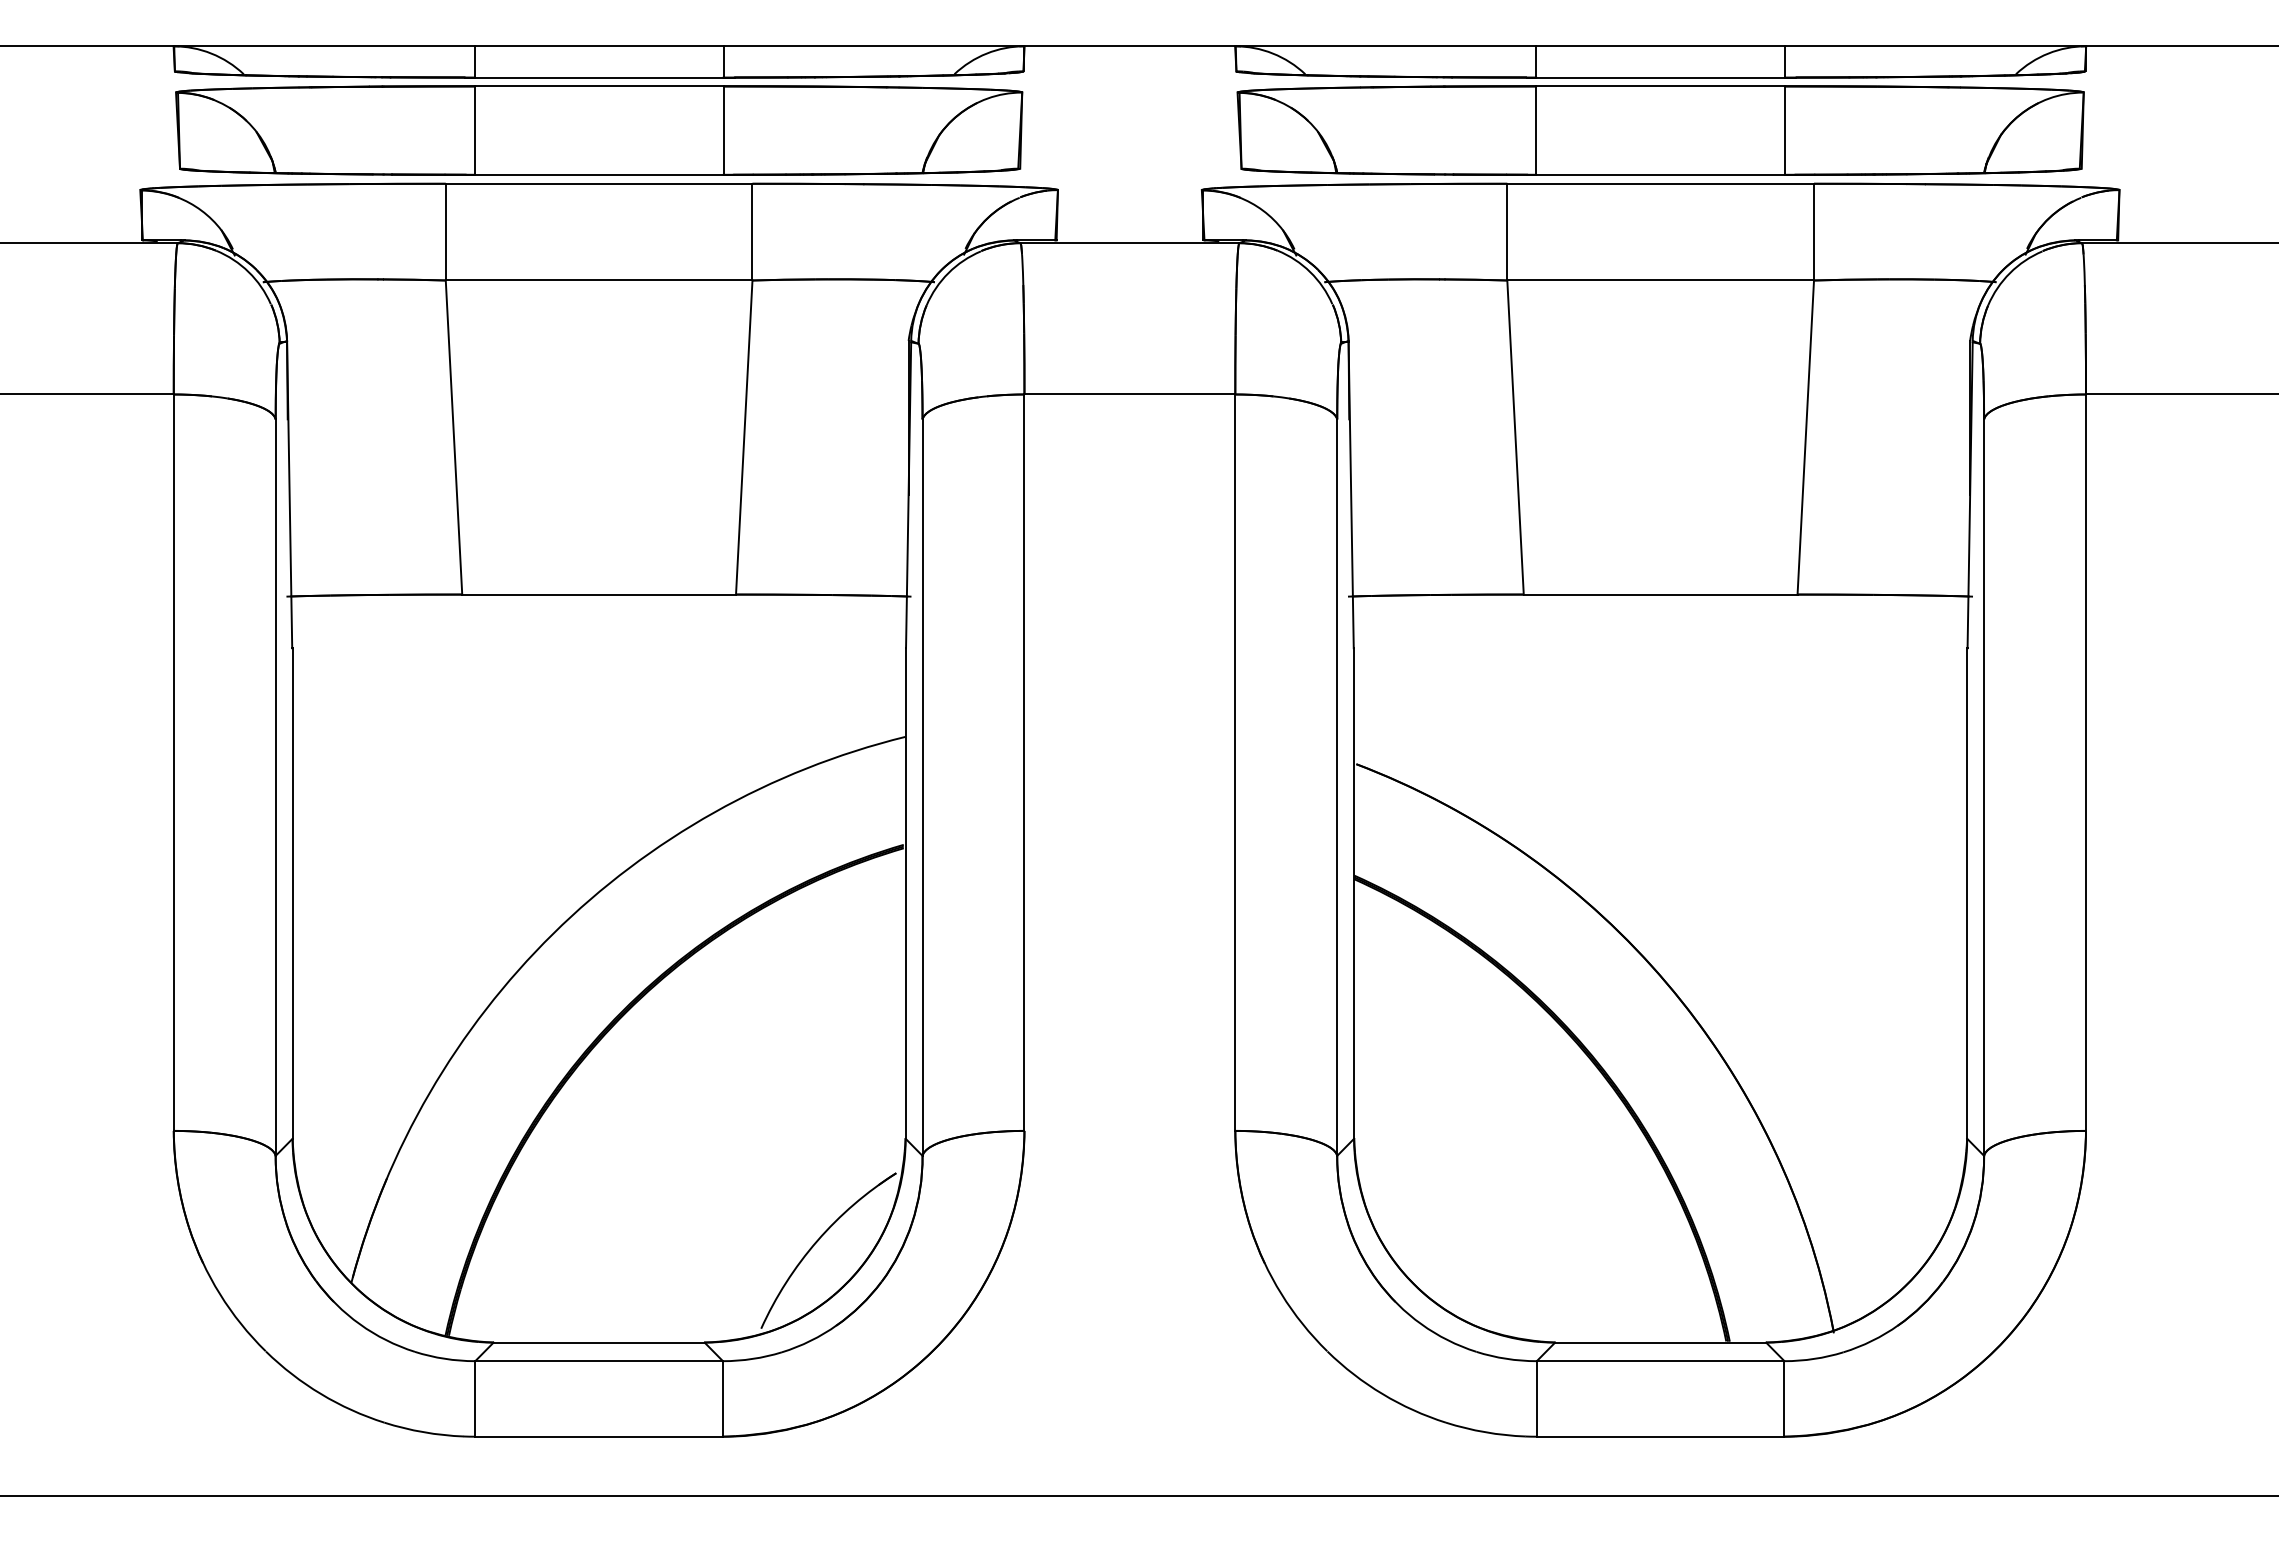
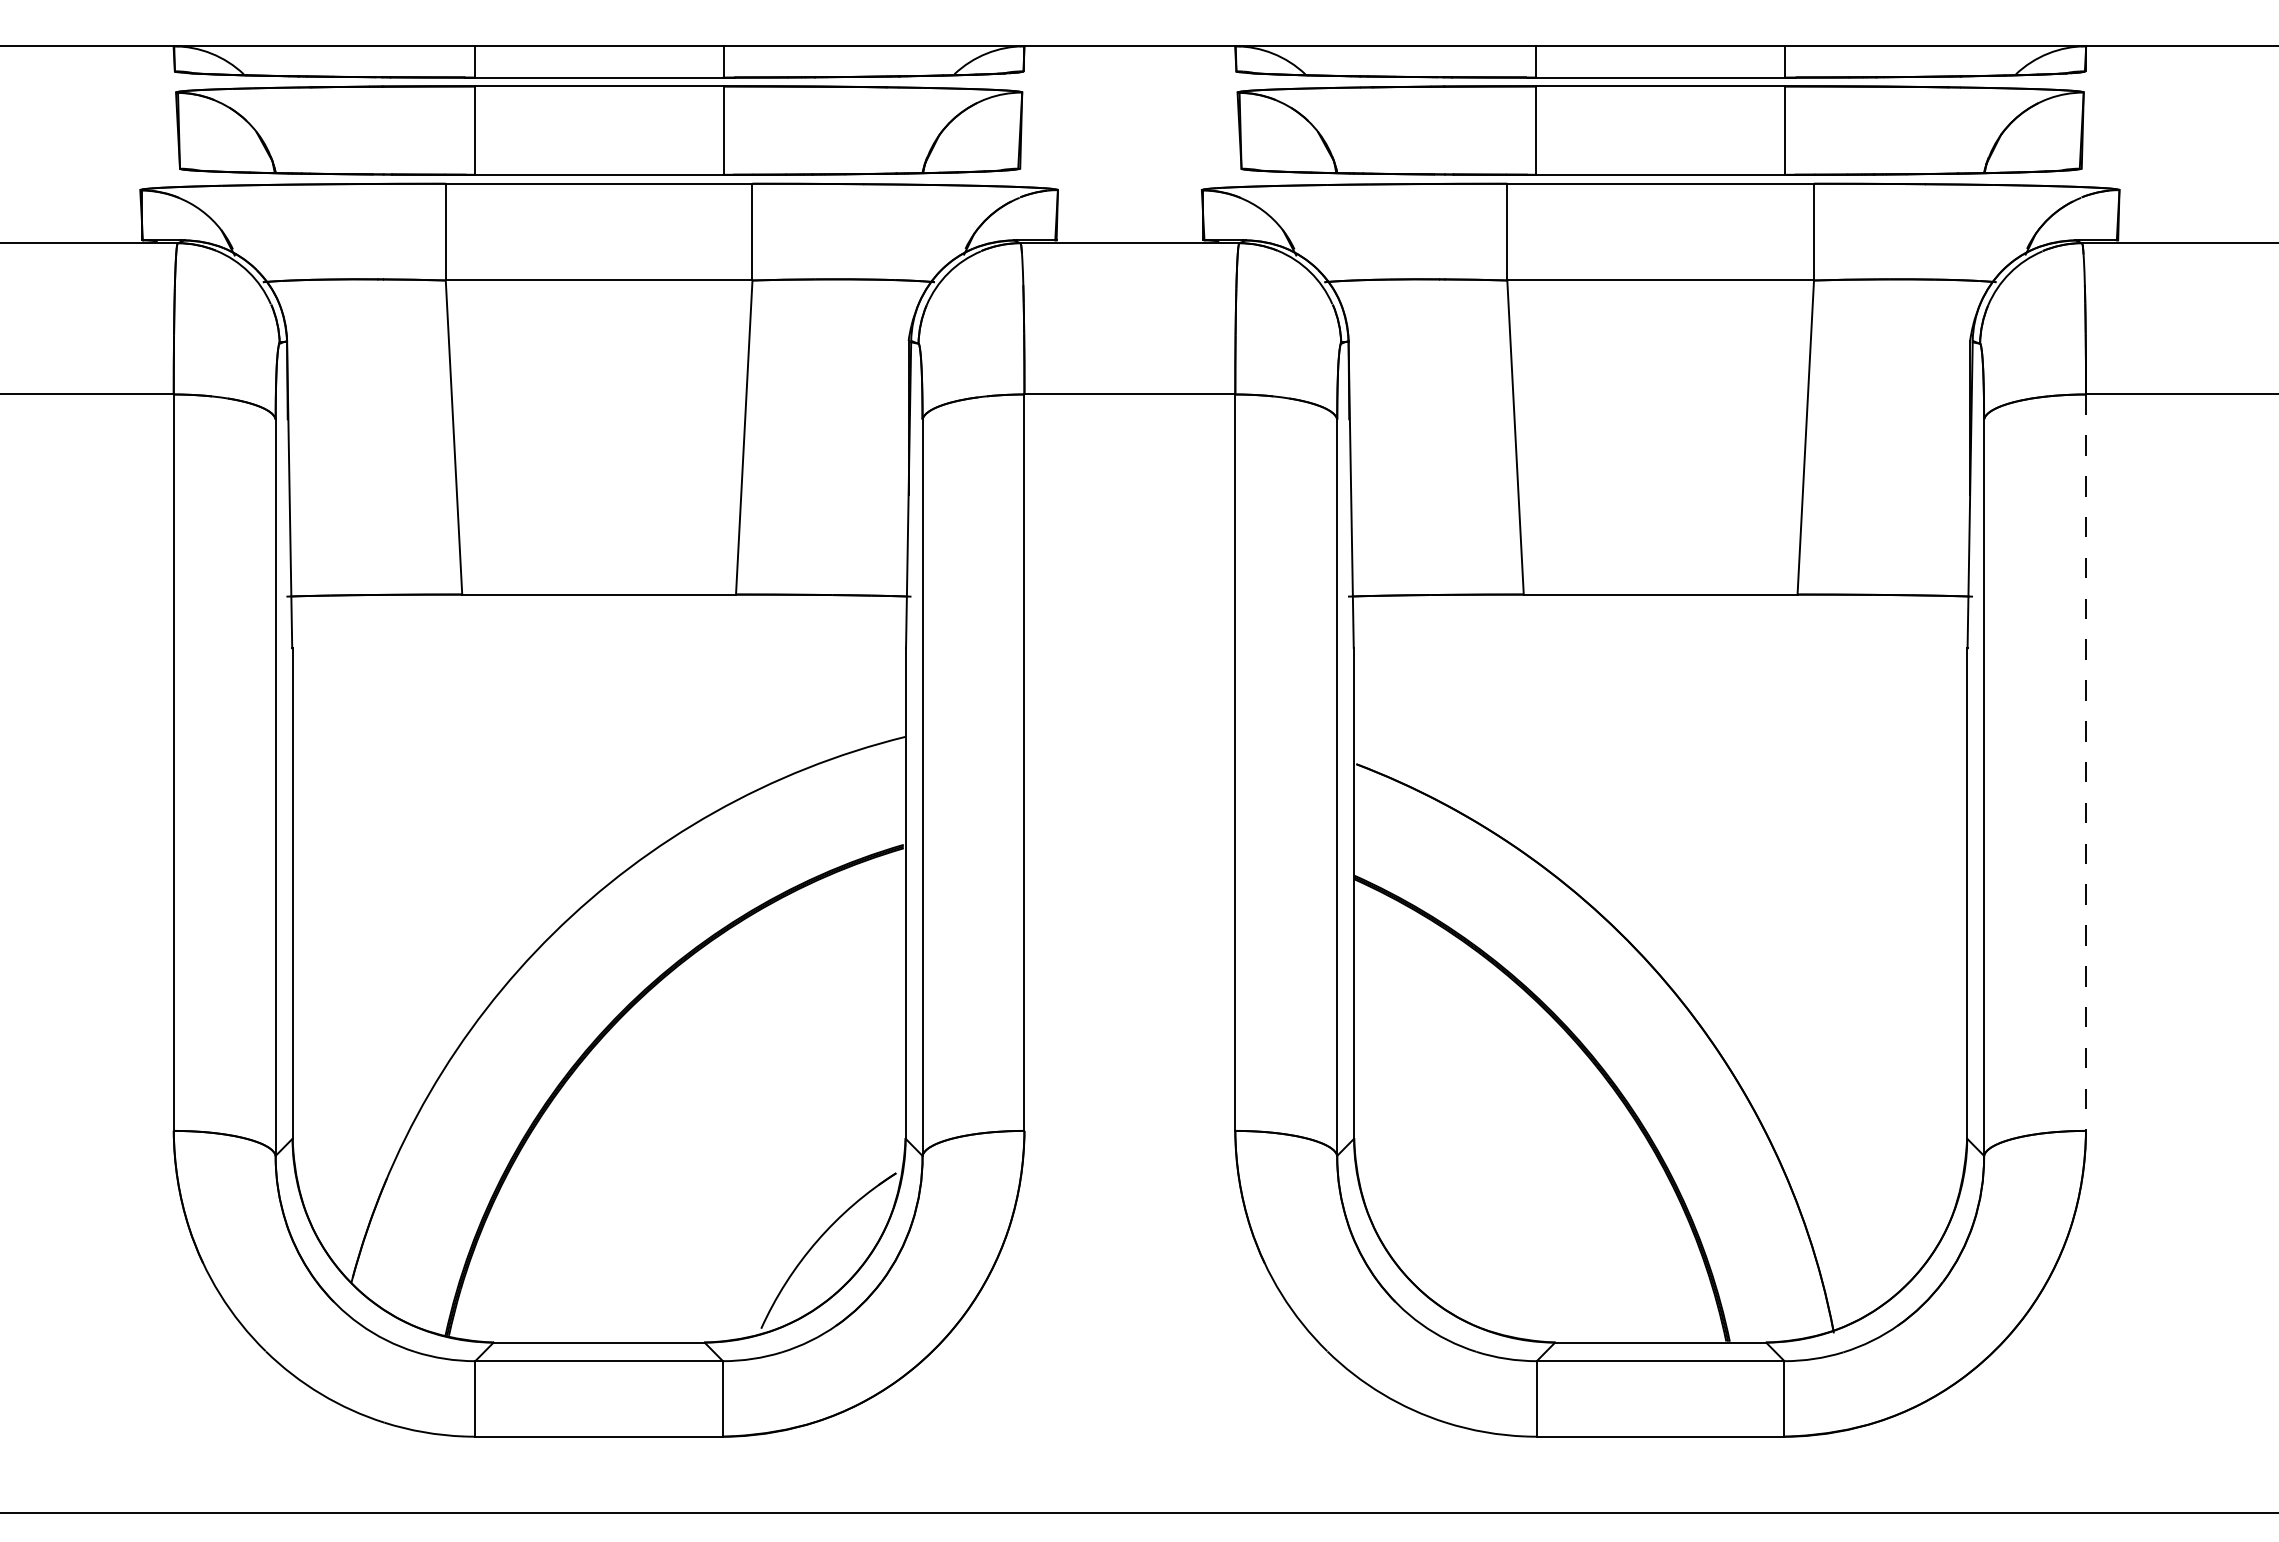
line at (2086, 763): solid -> dashed
line at (1138, 1495) position: (1138, 1495) -> (1138, 1512)
